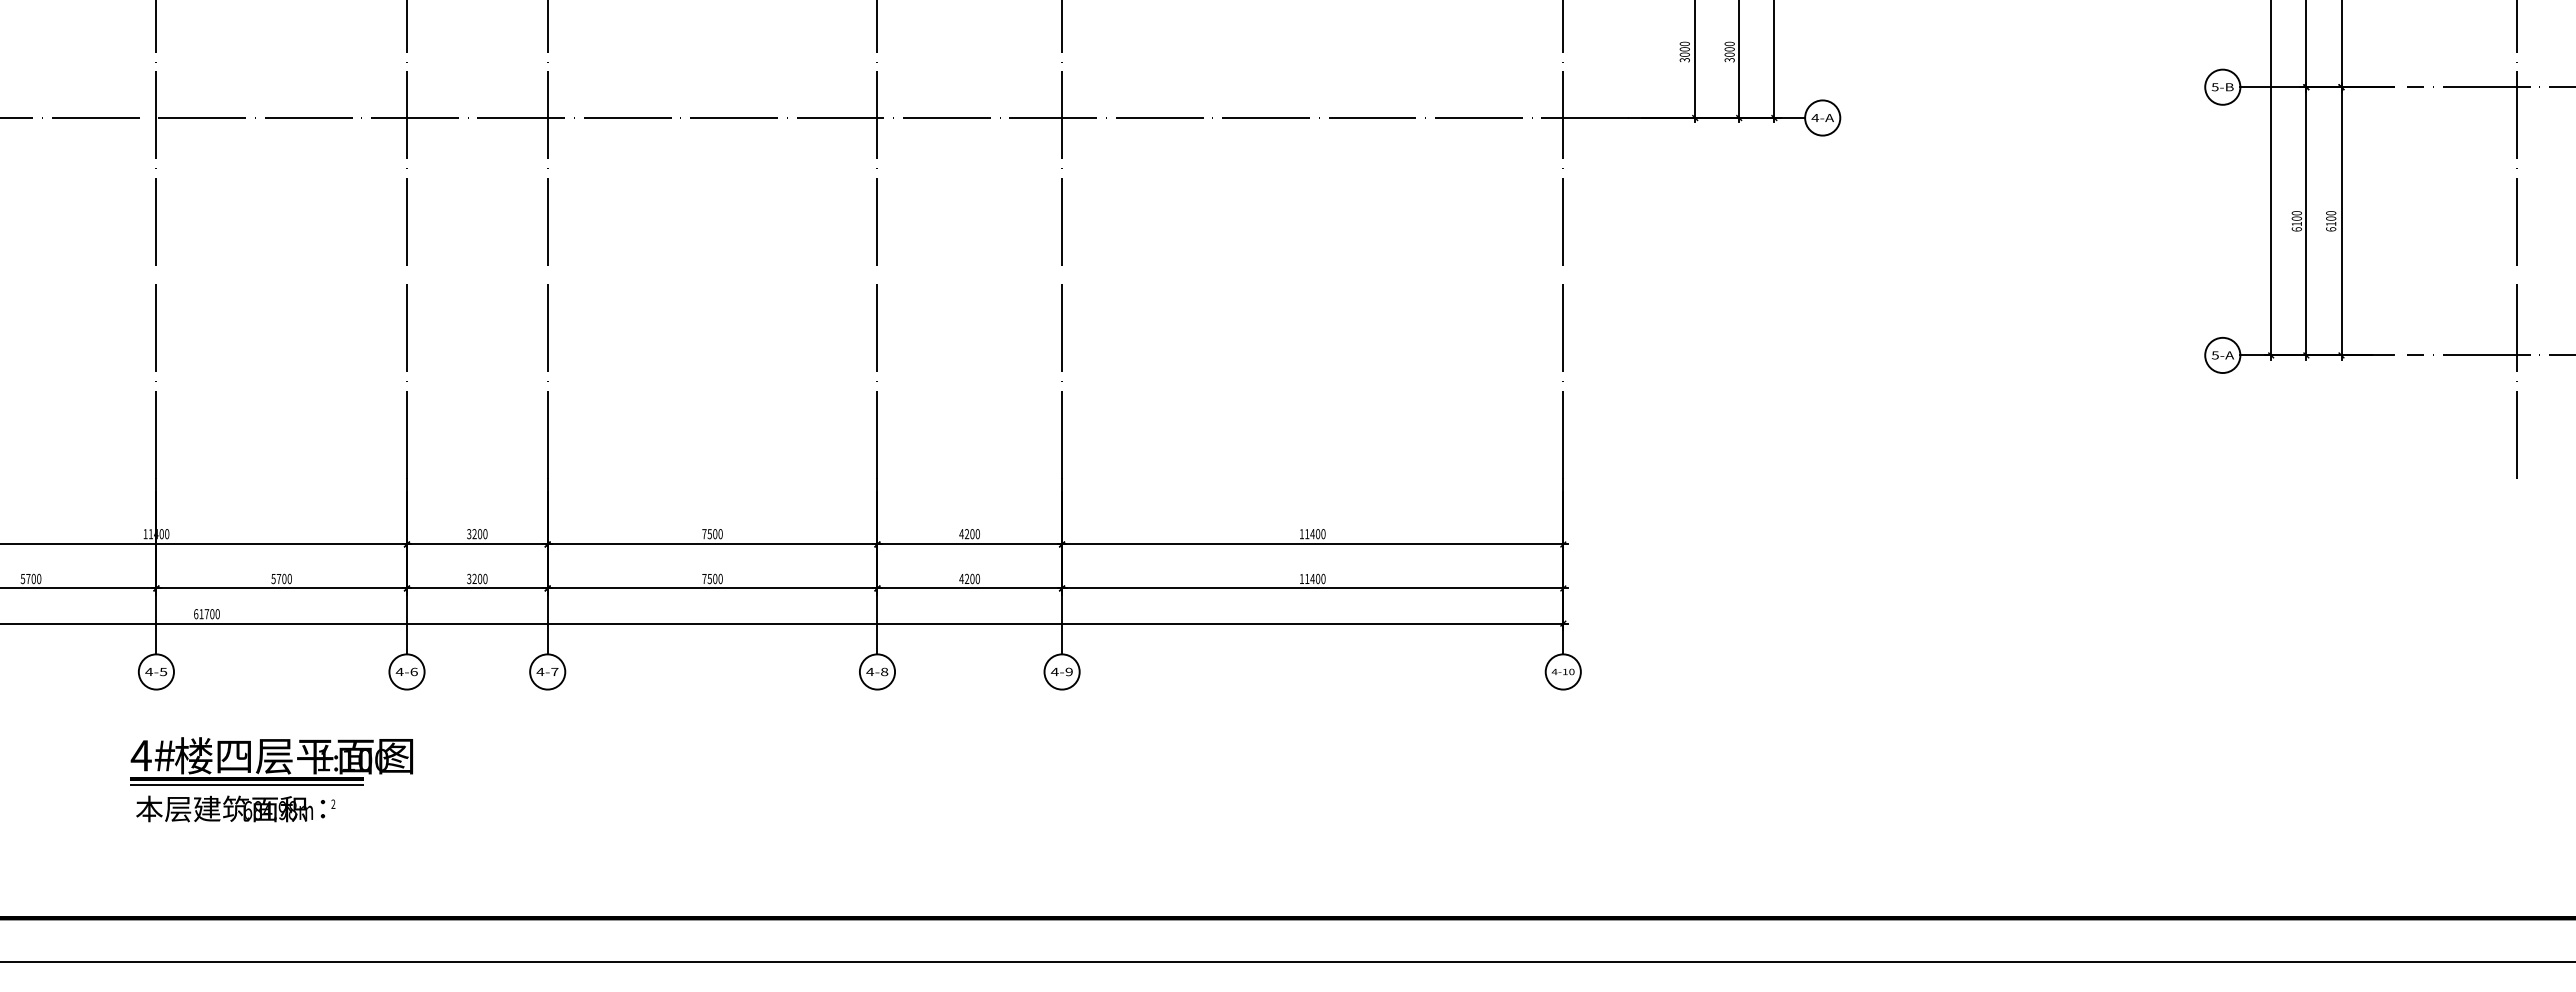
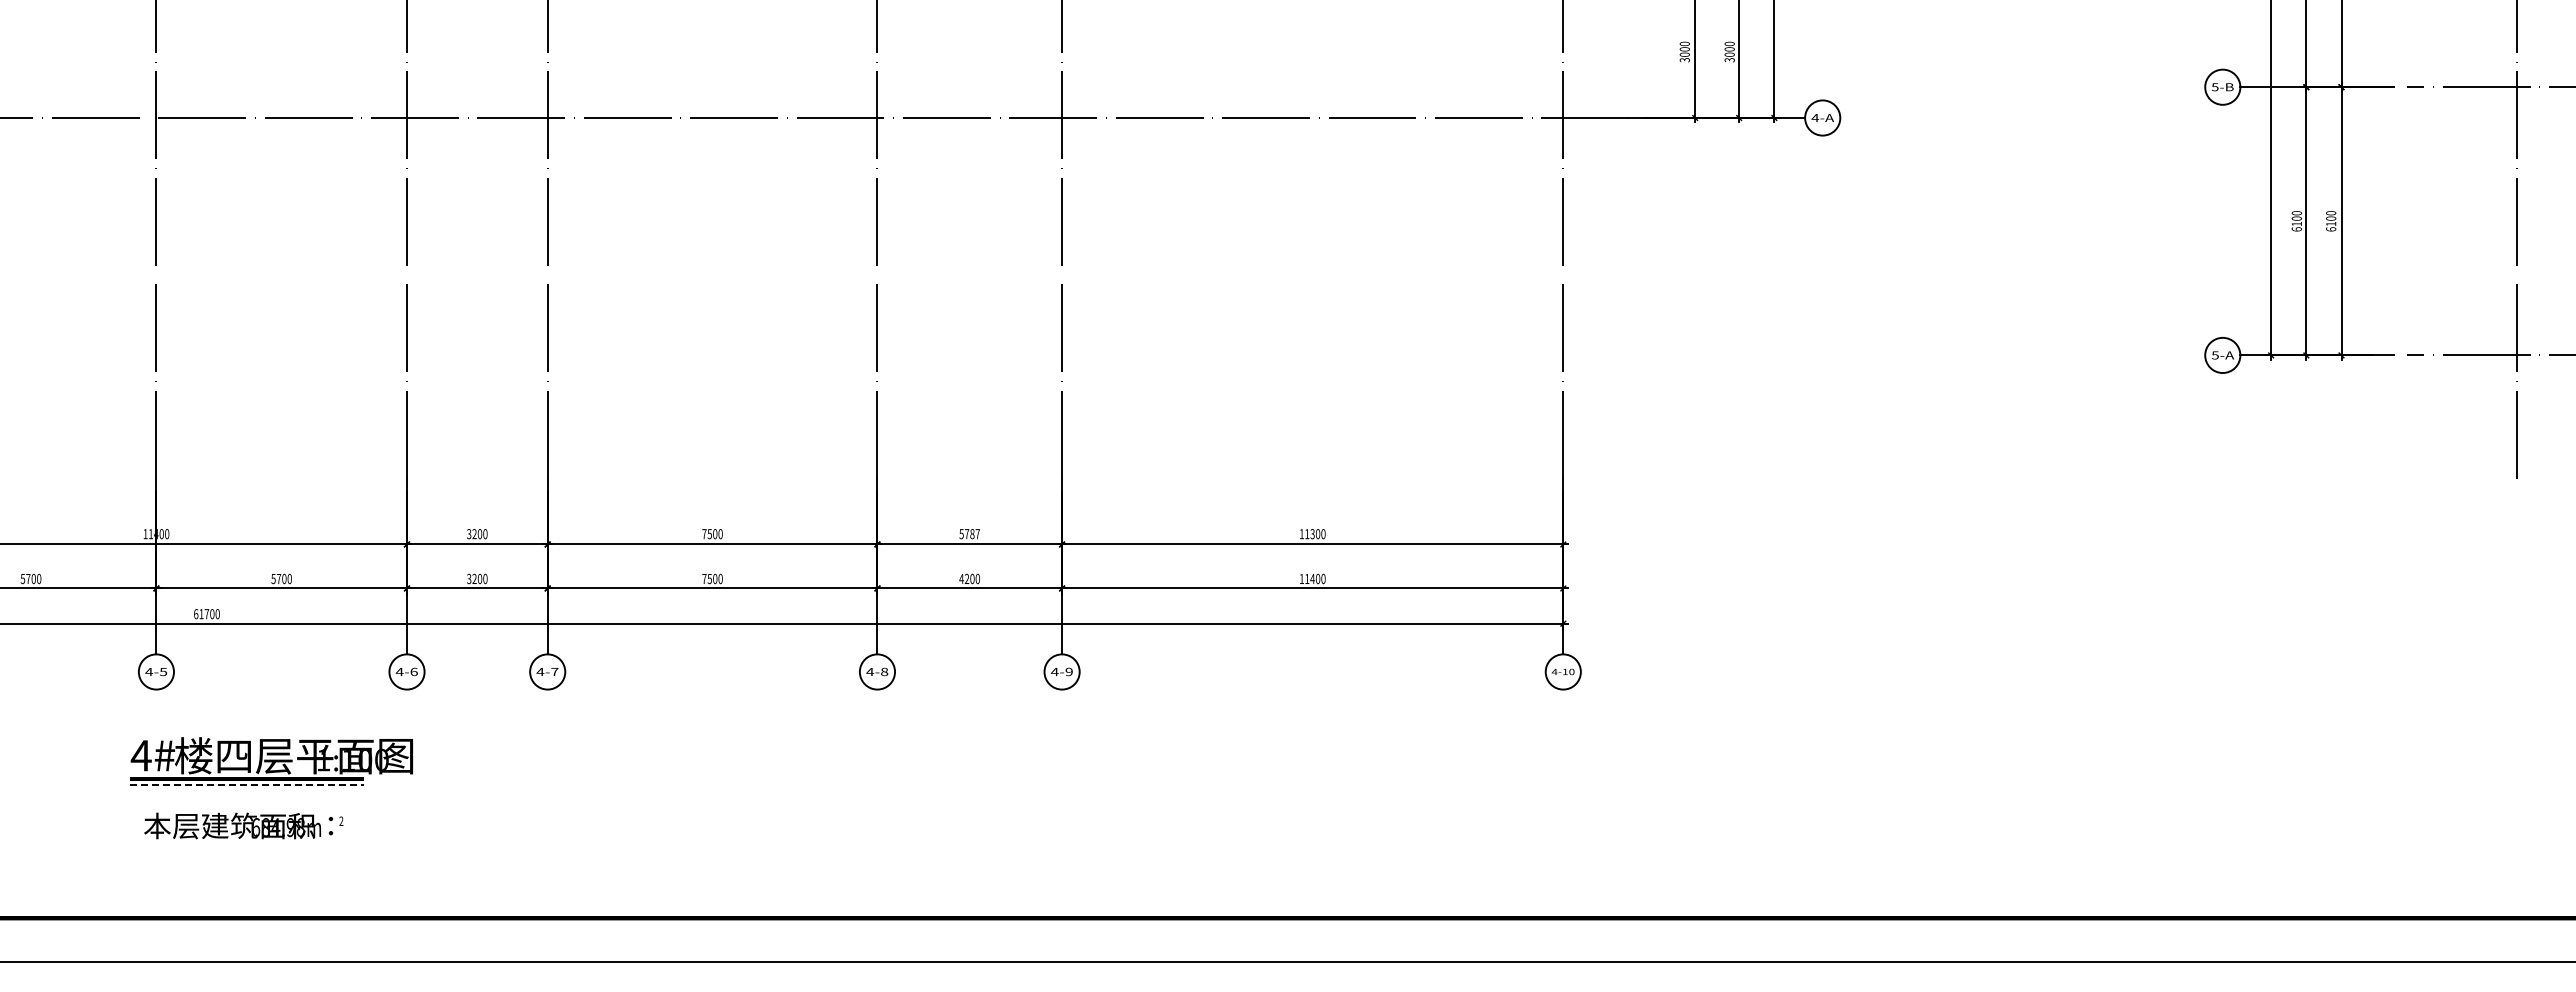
text at (969, 534): 4200 -> 5787
text at (1312, 534): 11400 -> 11300
line at (246, 785): solid -> dashed
text at (235, 808) position: (235, 808) -> (243, 825)
